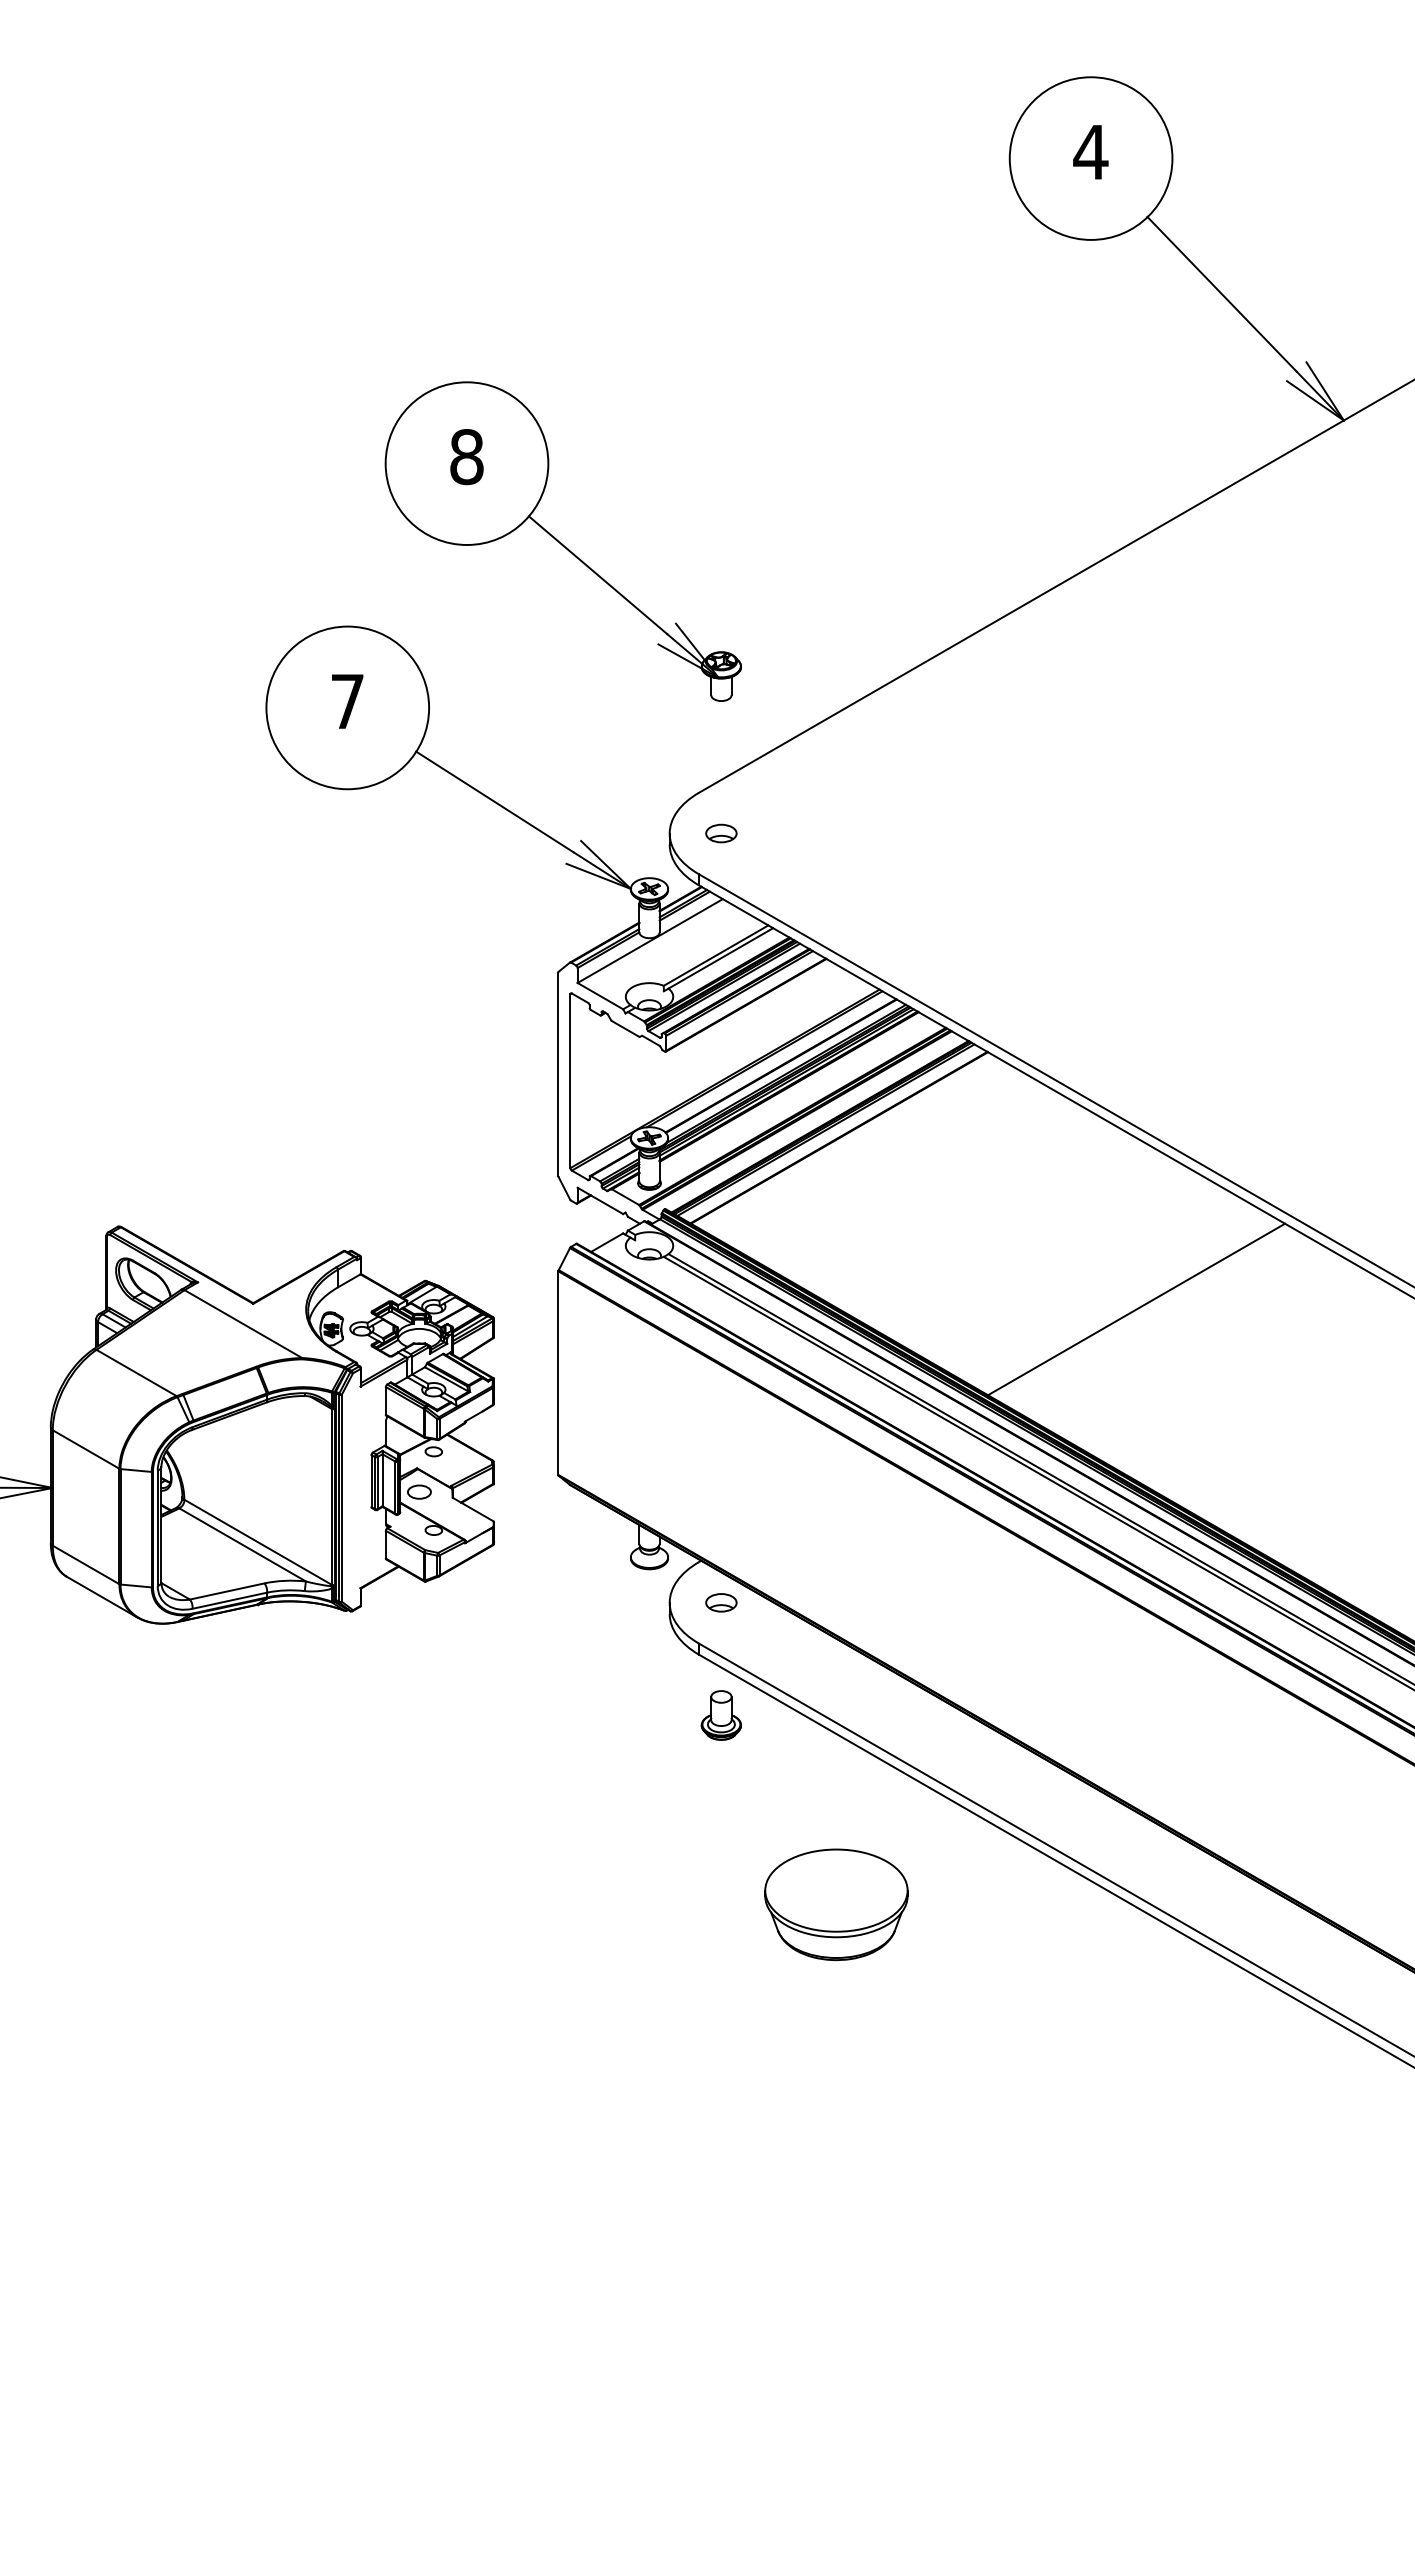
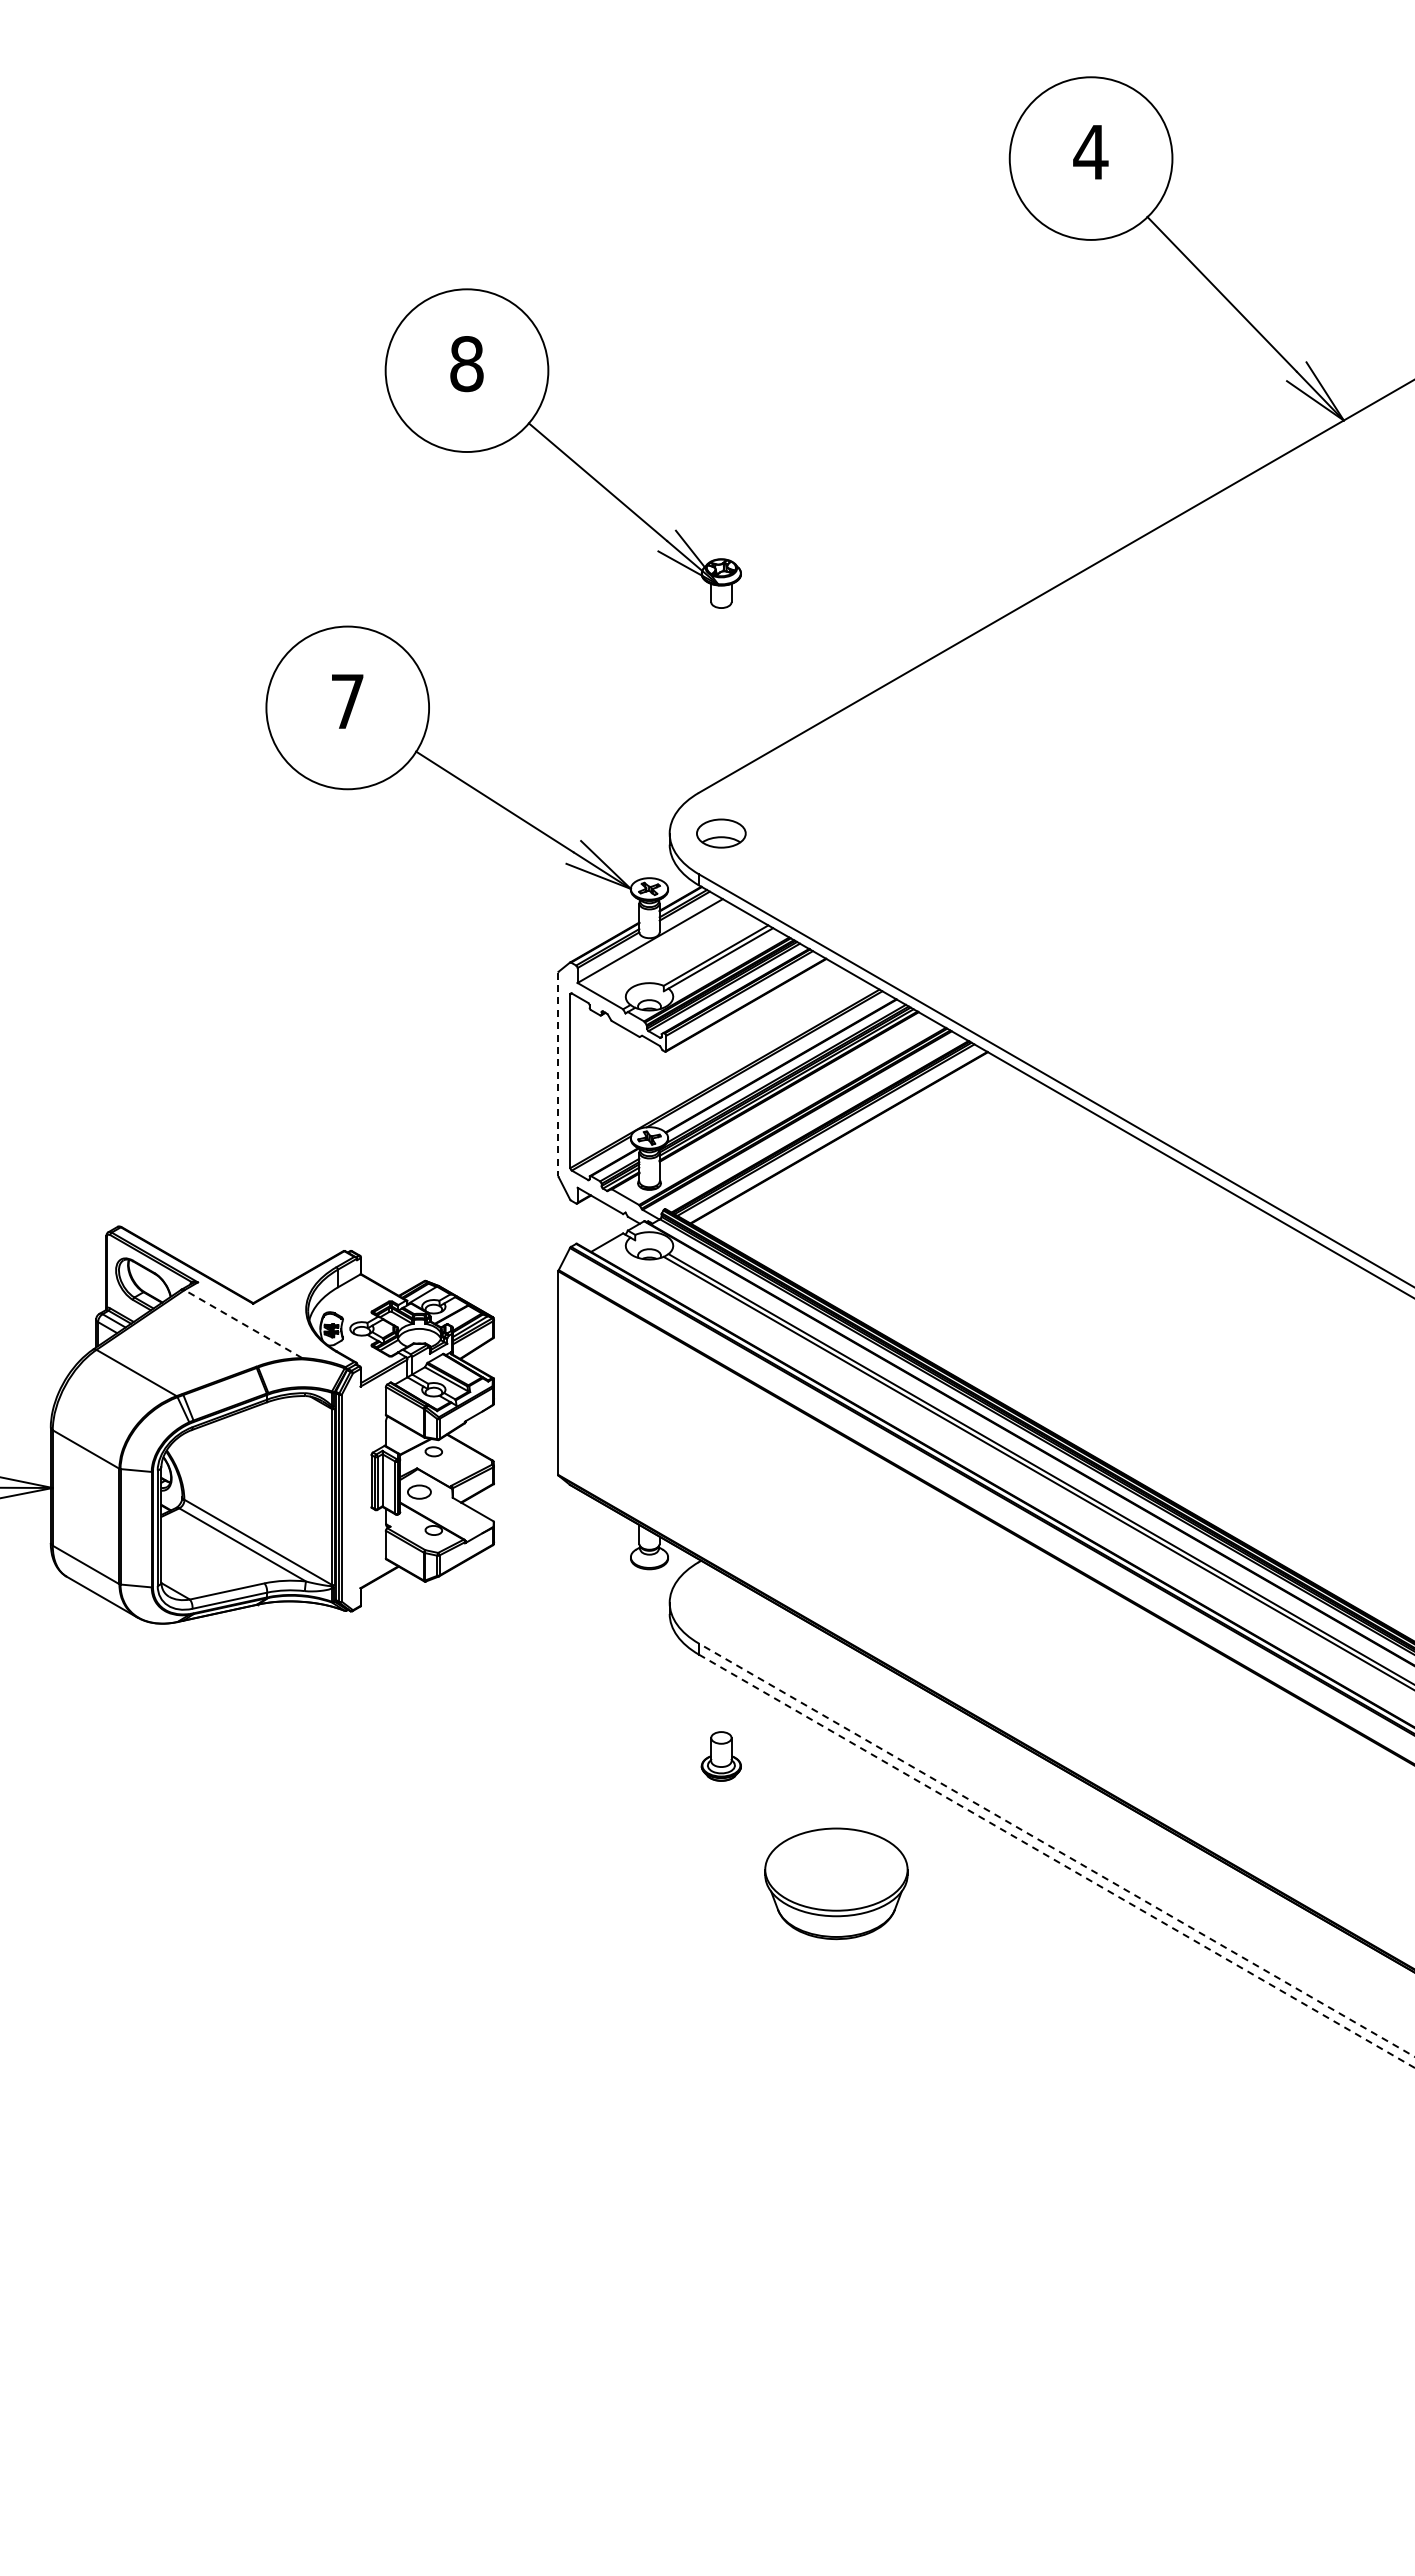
part at (562, 541) position: (562, 541) -> (562, 448)
part at (721, 833) size: 33x21 px -> 51x31 px
line at (558, 1074): solid -> dashed
line at (1136, 1309): present -> none
line at (243, 1324): solid -> dashed
part at (721, 1602): present -> none
part at (720, 1715) position: (720, 1715) -> (720, 1756)
line at (1056, 1849): solid -> dashed
line at (1057, 1861): solid -> dashed
part at (836, 1904) position: (836, 1904) -> (836, 1883)
